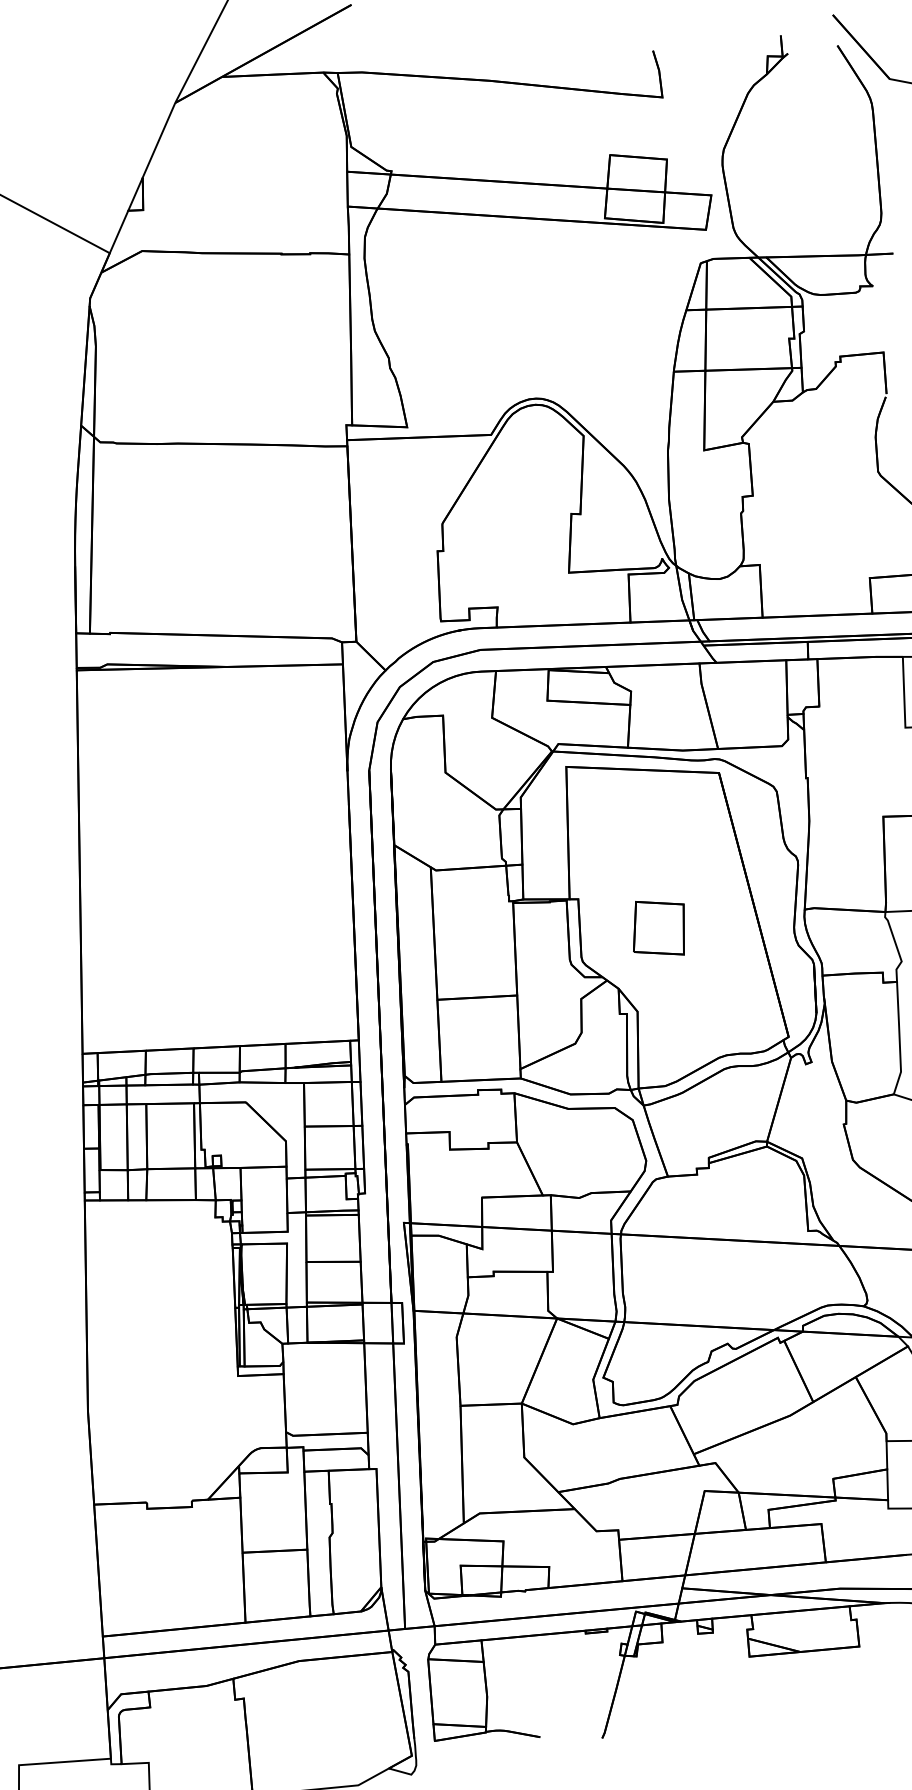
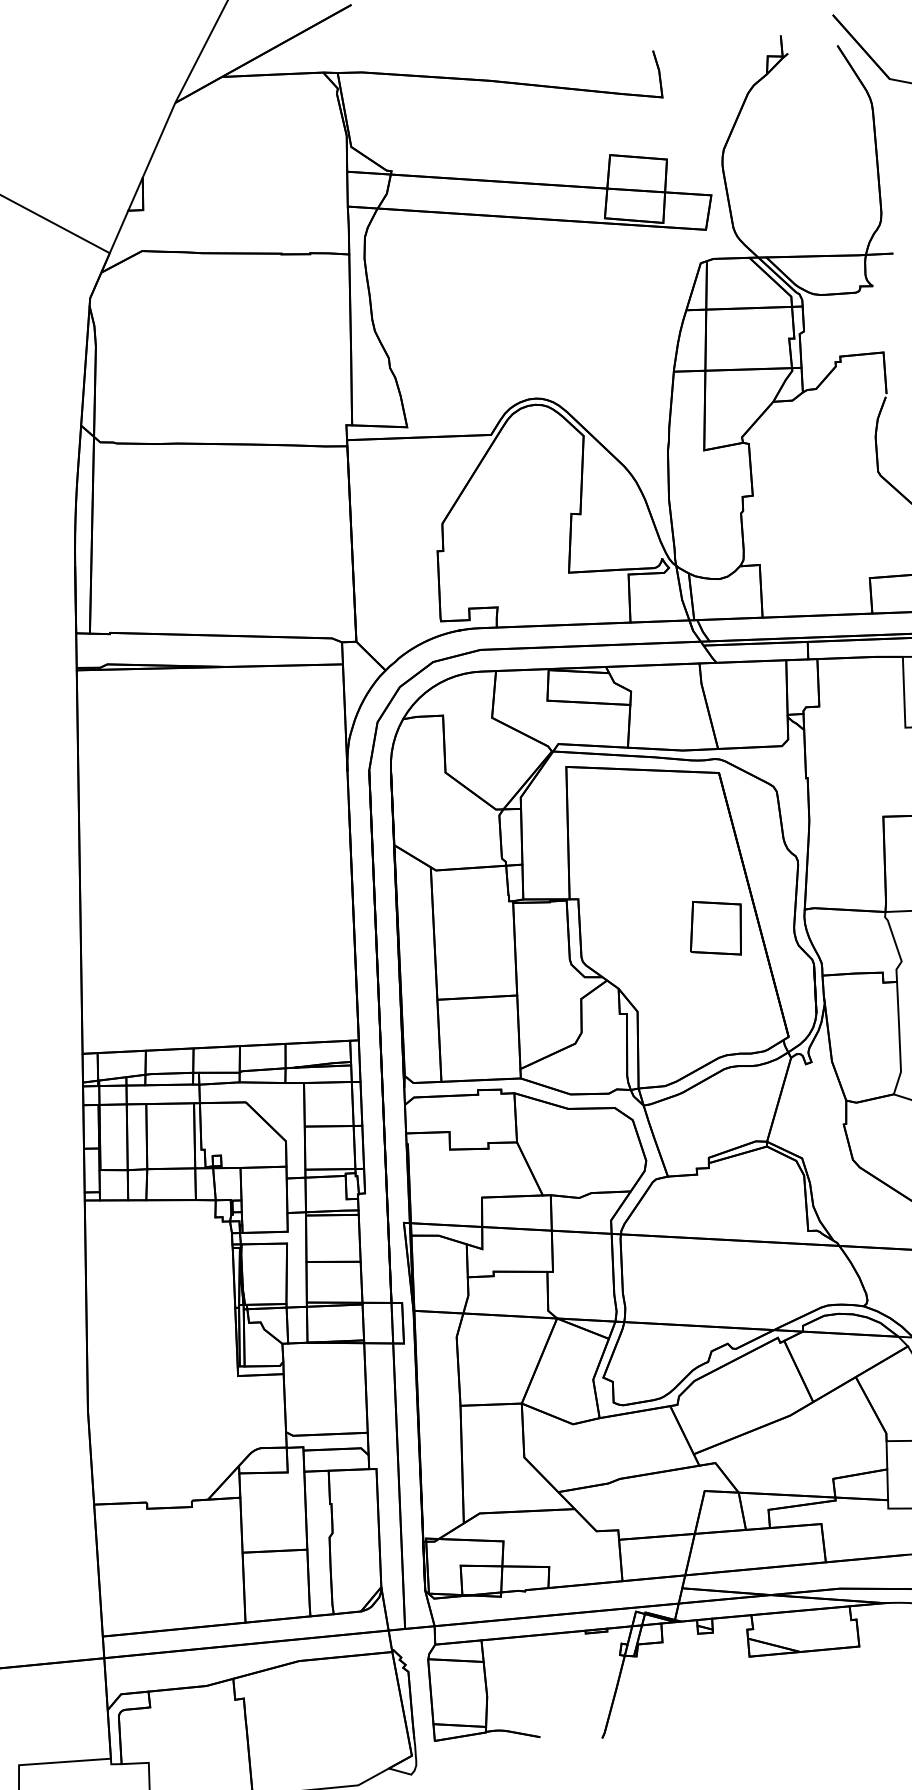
part at (658, 928) position: (658, 928) -> (715, 928)
